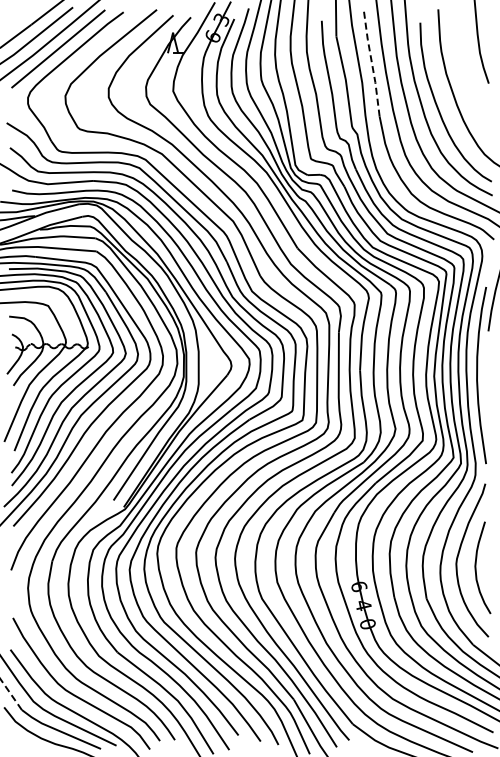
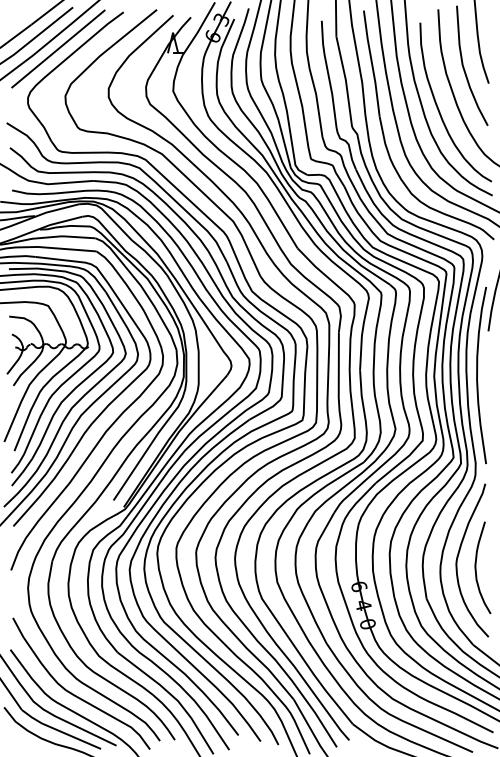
line at (371, 63): dashed -> solid
curve at (464, 67): none -> present
line at (11, 694): dashed -> solid
